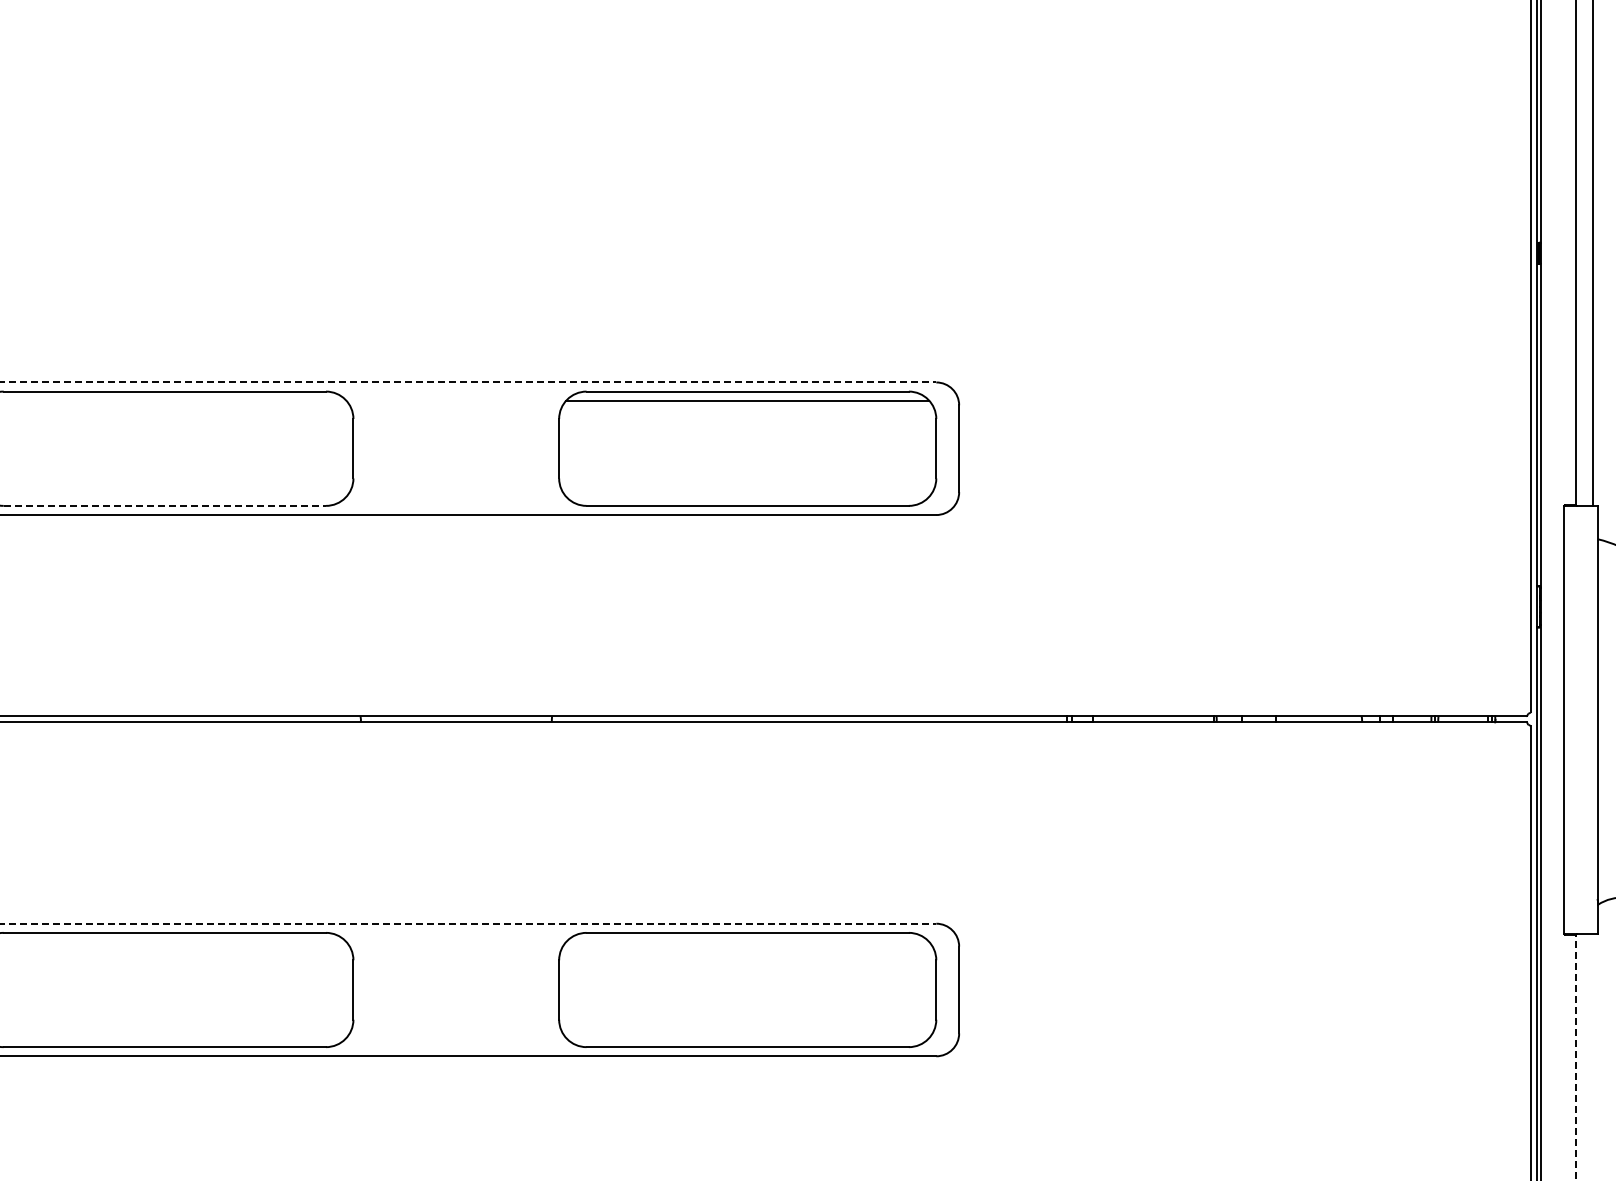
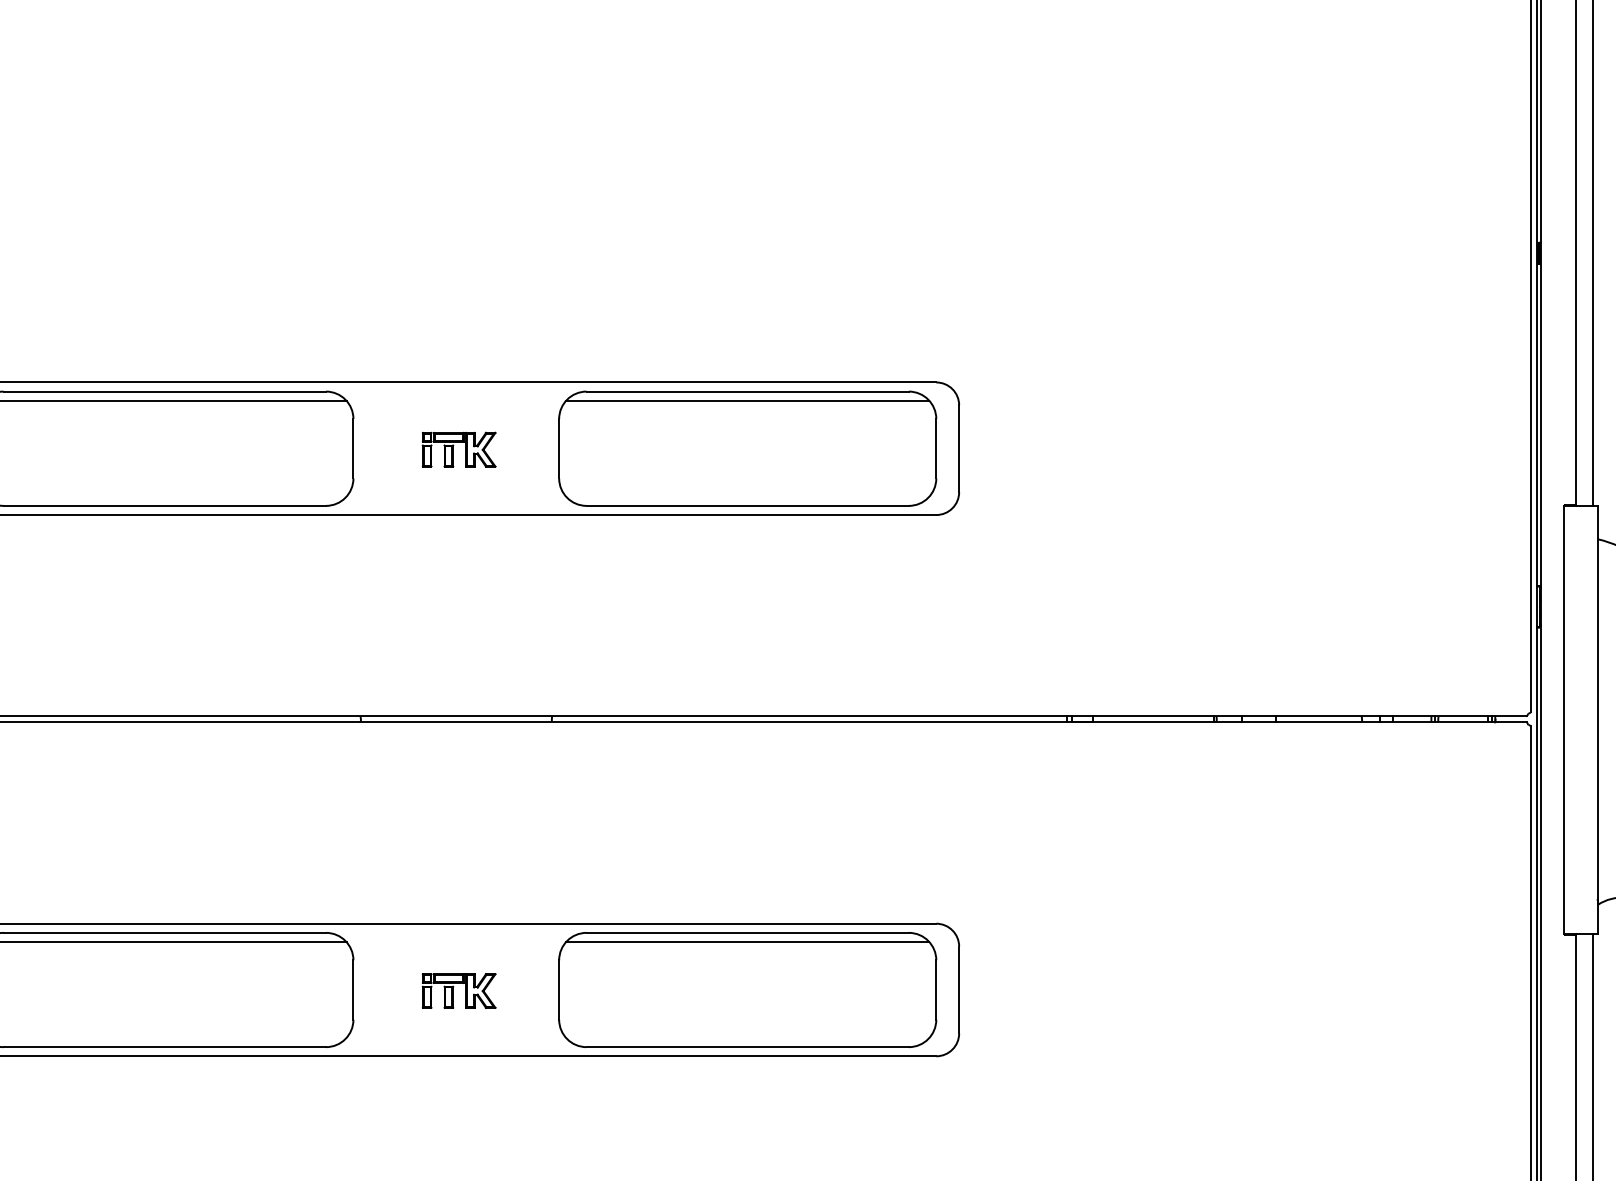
line at (468, 382): dashed -> solid
line at (174, 400): none -> present
part at (458, 449): none -> present
line at (165, 505): dashed -> solid
line at (468, 923): dashed -> solid
line at (174, 942): none -> present
line at (747, 942): none -> present
part at (458, 990): none -> present
line at (1593, 1055): none -> present
line at (1576, 1057): dashed -> solid
